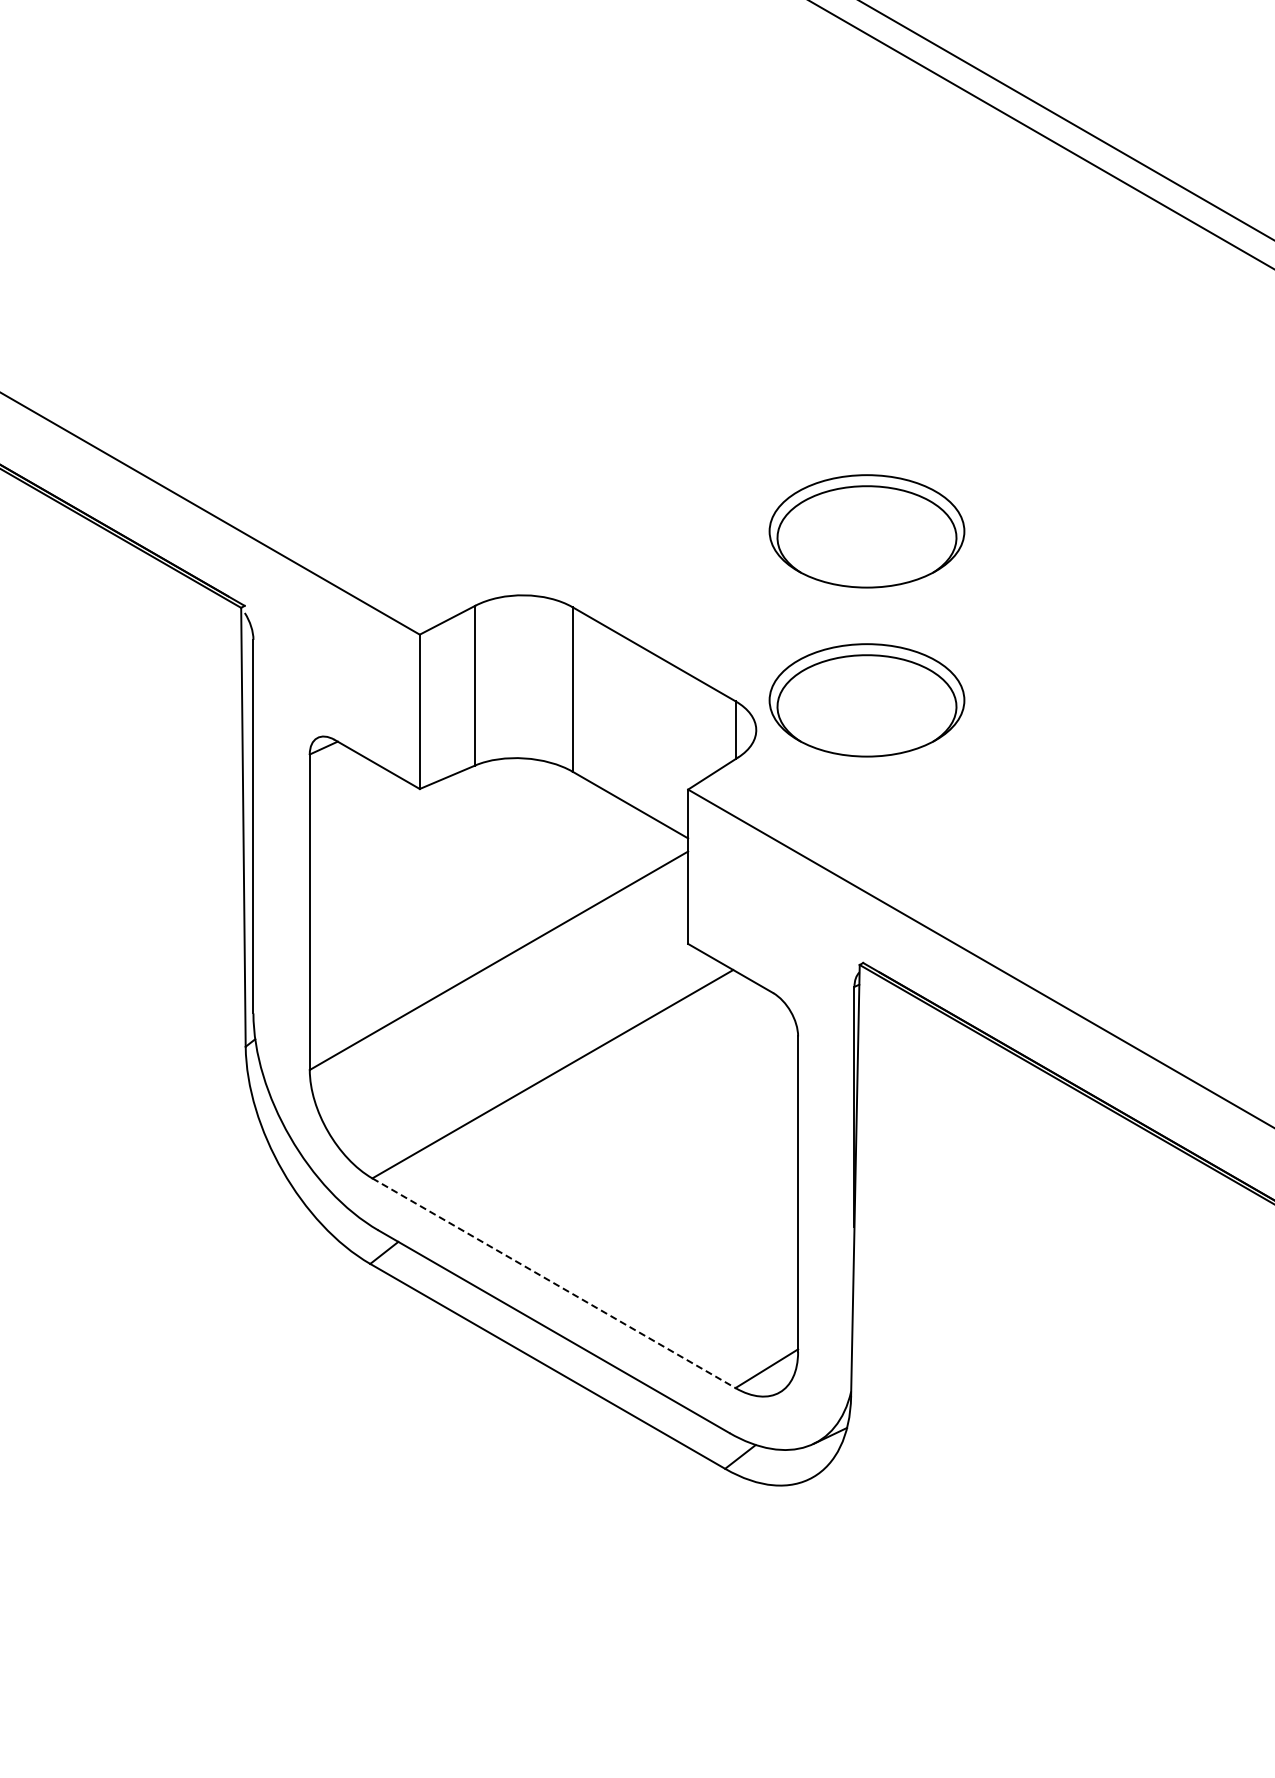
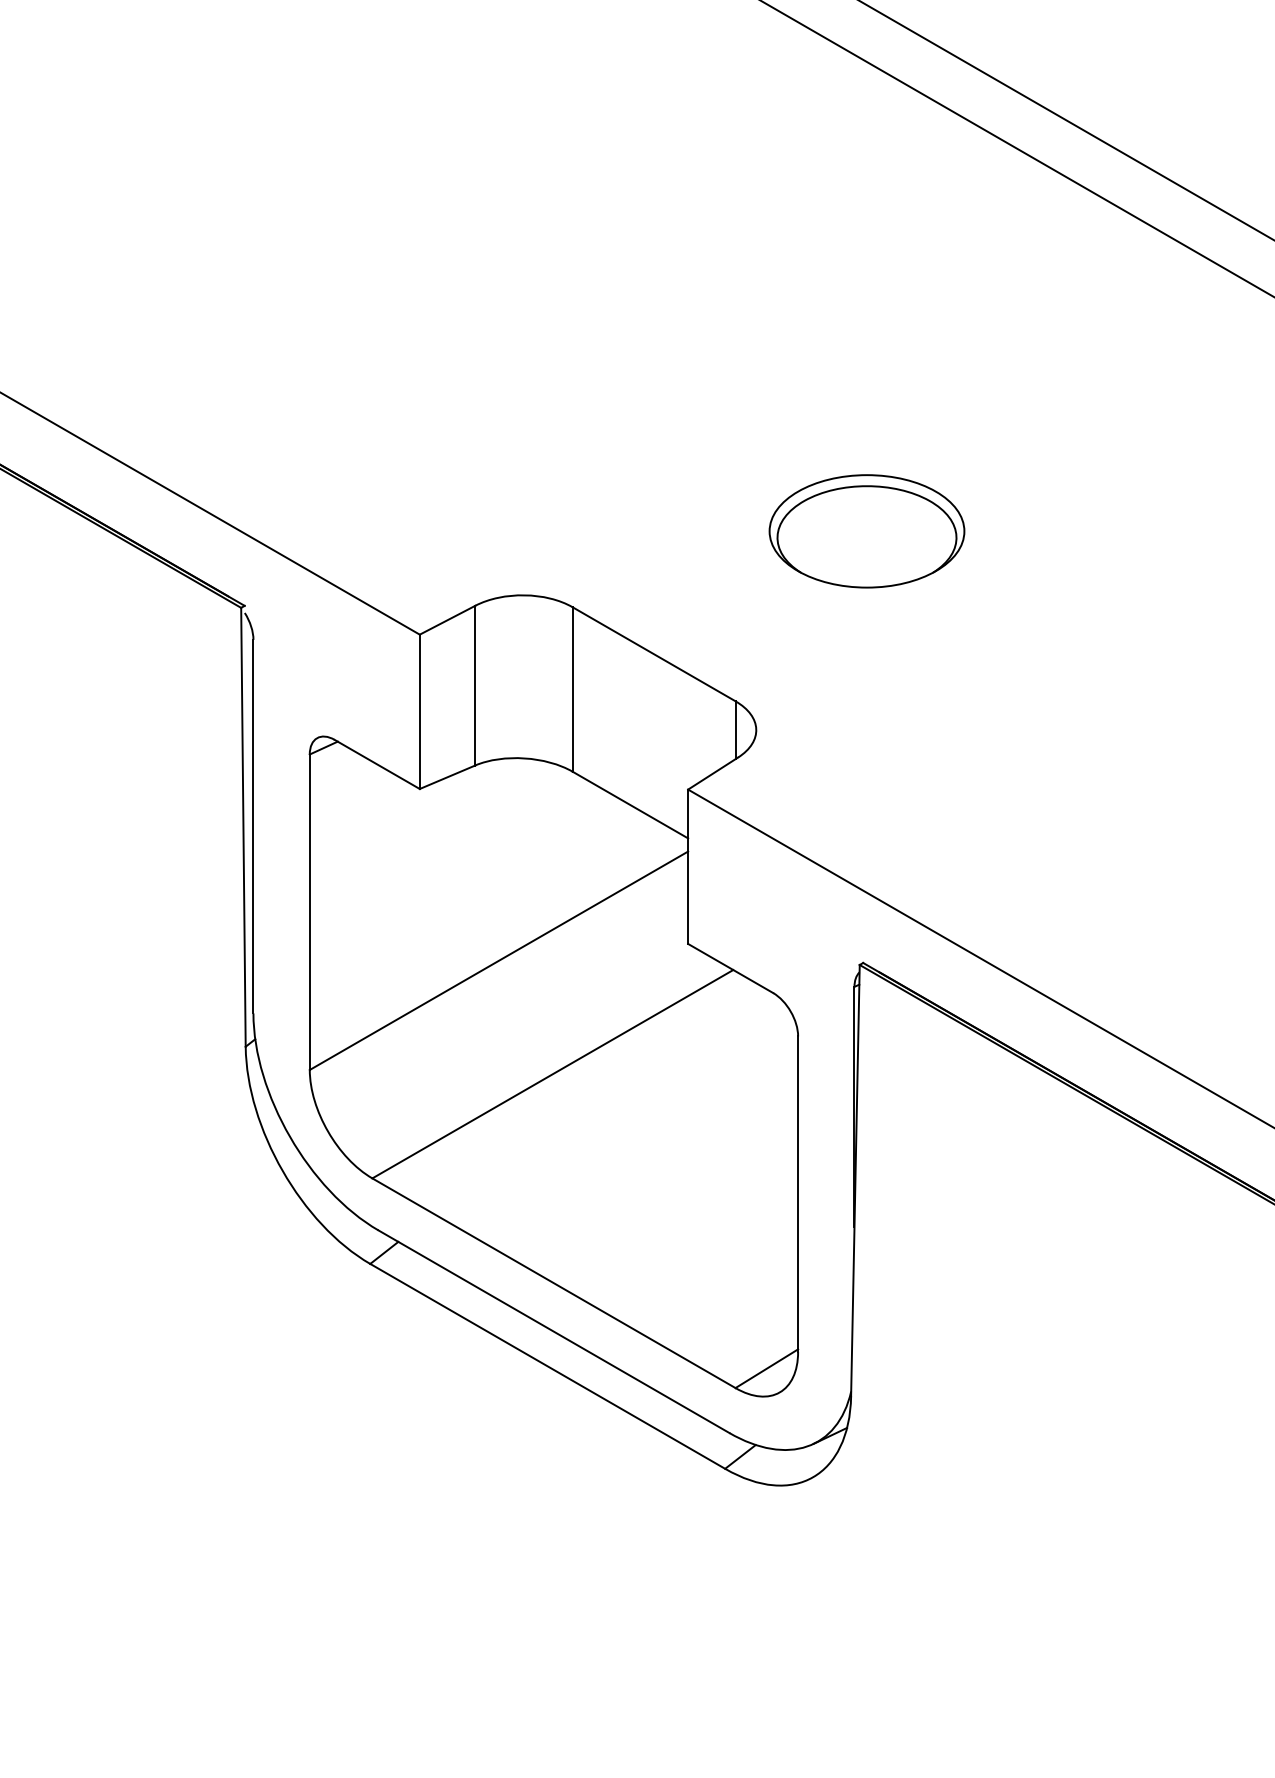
line at (1041, 134) position: (1041, 134) -> (1017, 148)
part at (866, 700): present -> none
line at (553, 1283): dashed -> solid
